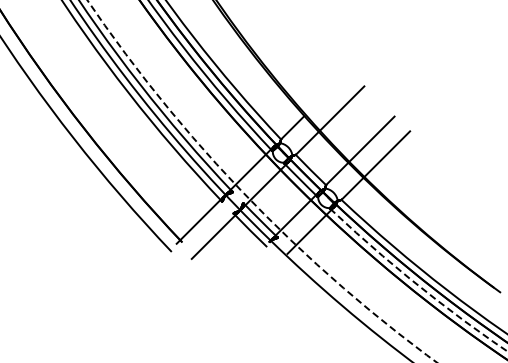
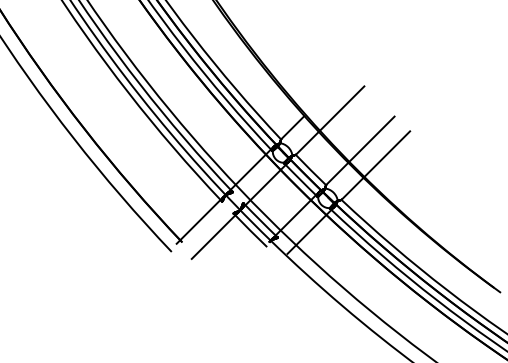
arc at (246, 196): dashed -> solid
arc at (415, 283): dashed -> solid
